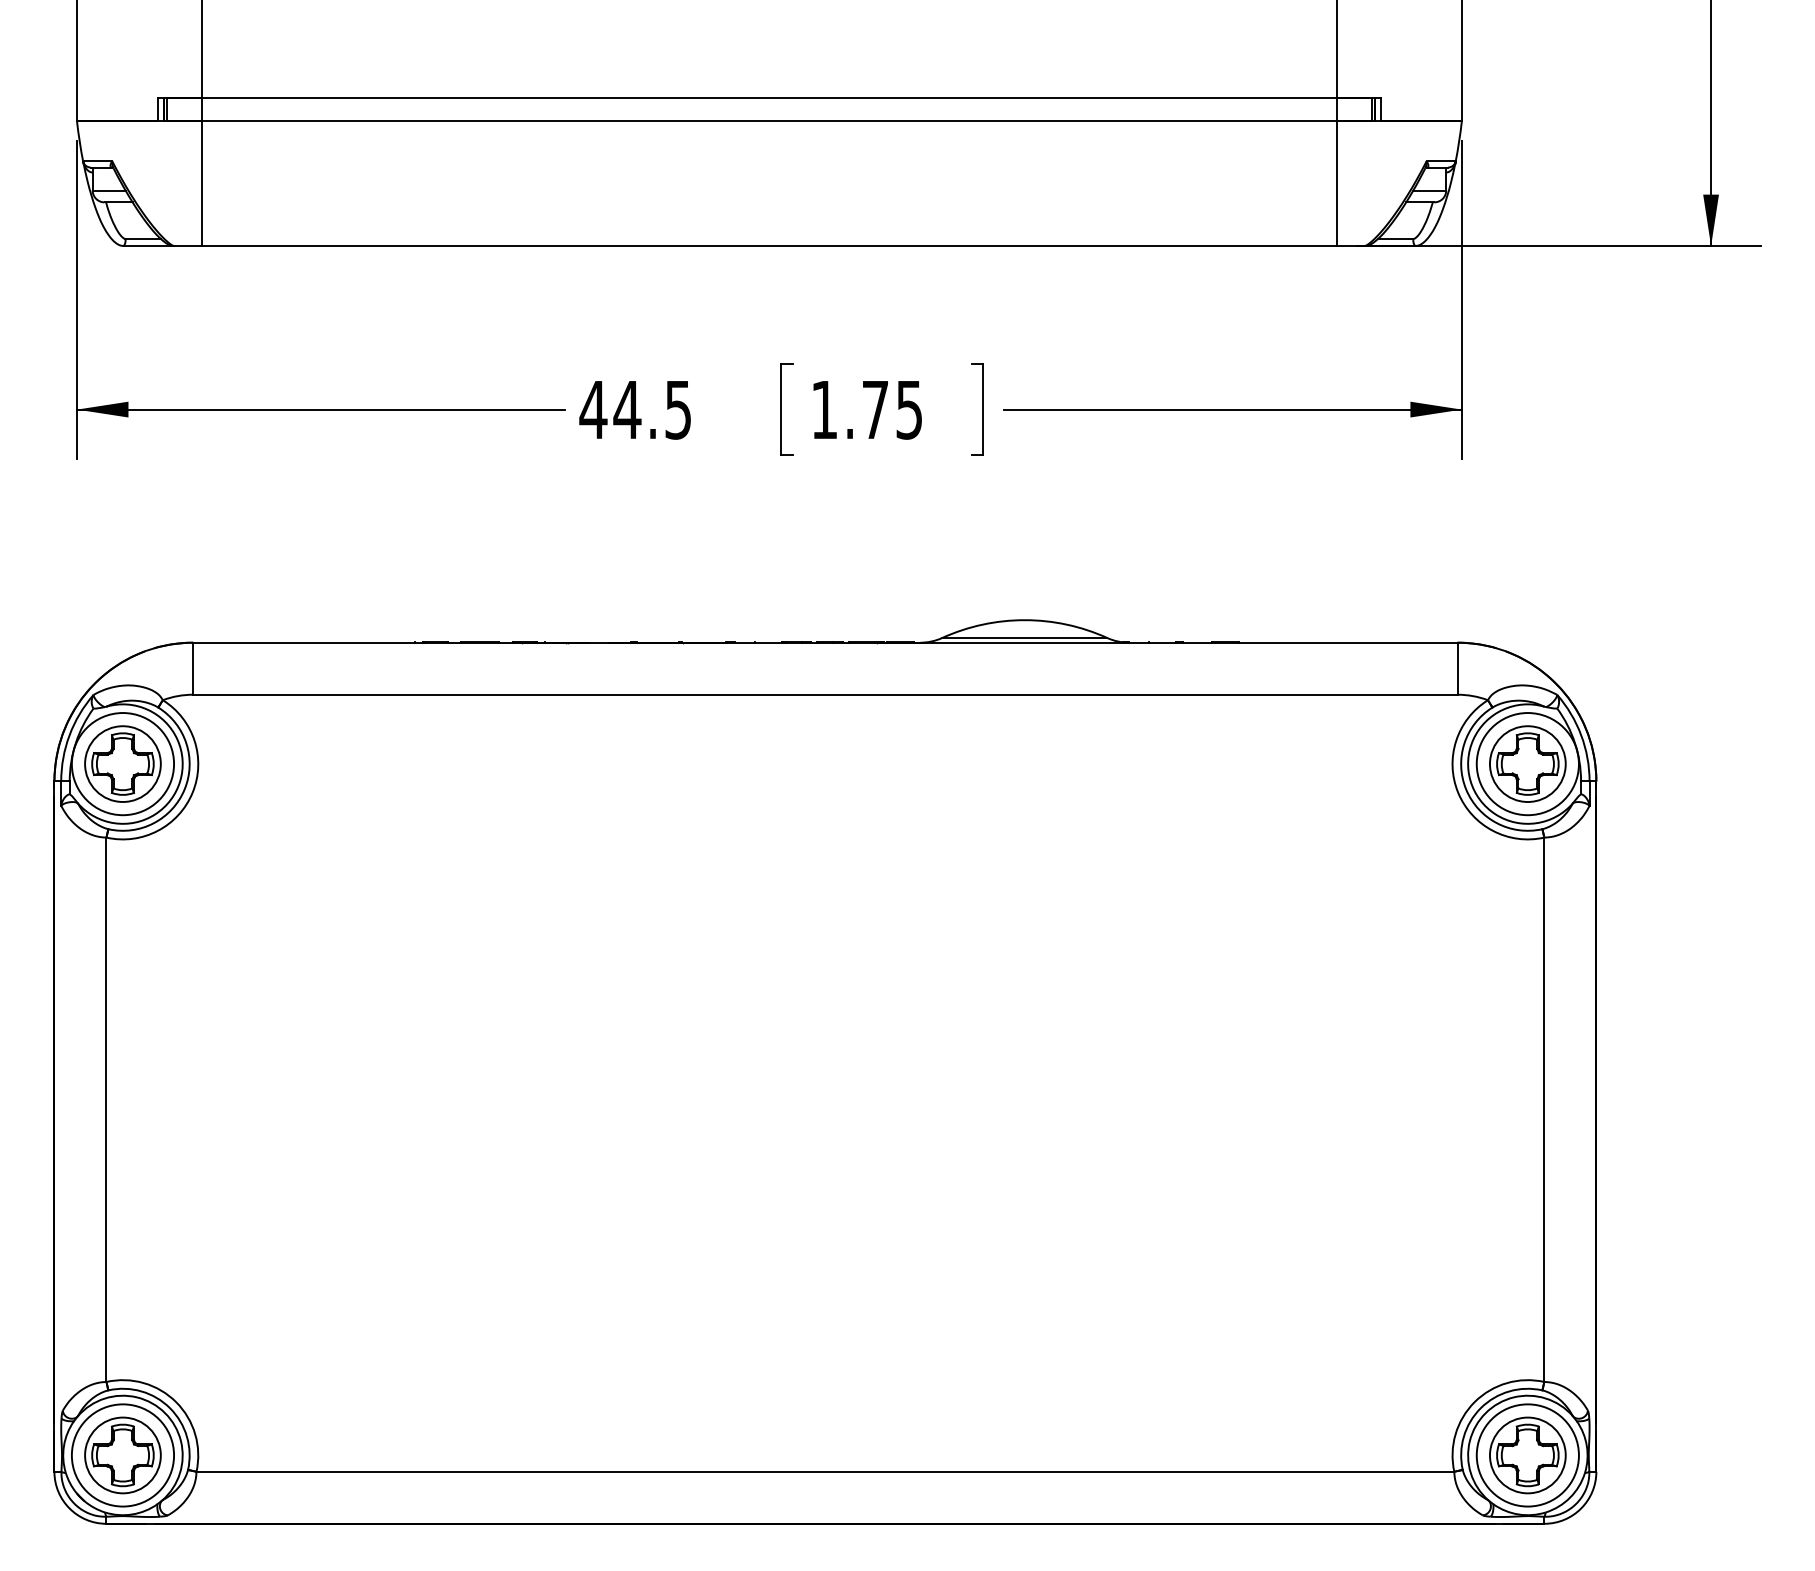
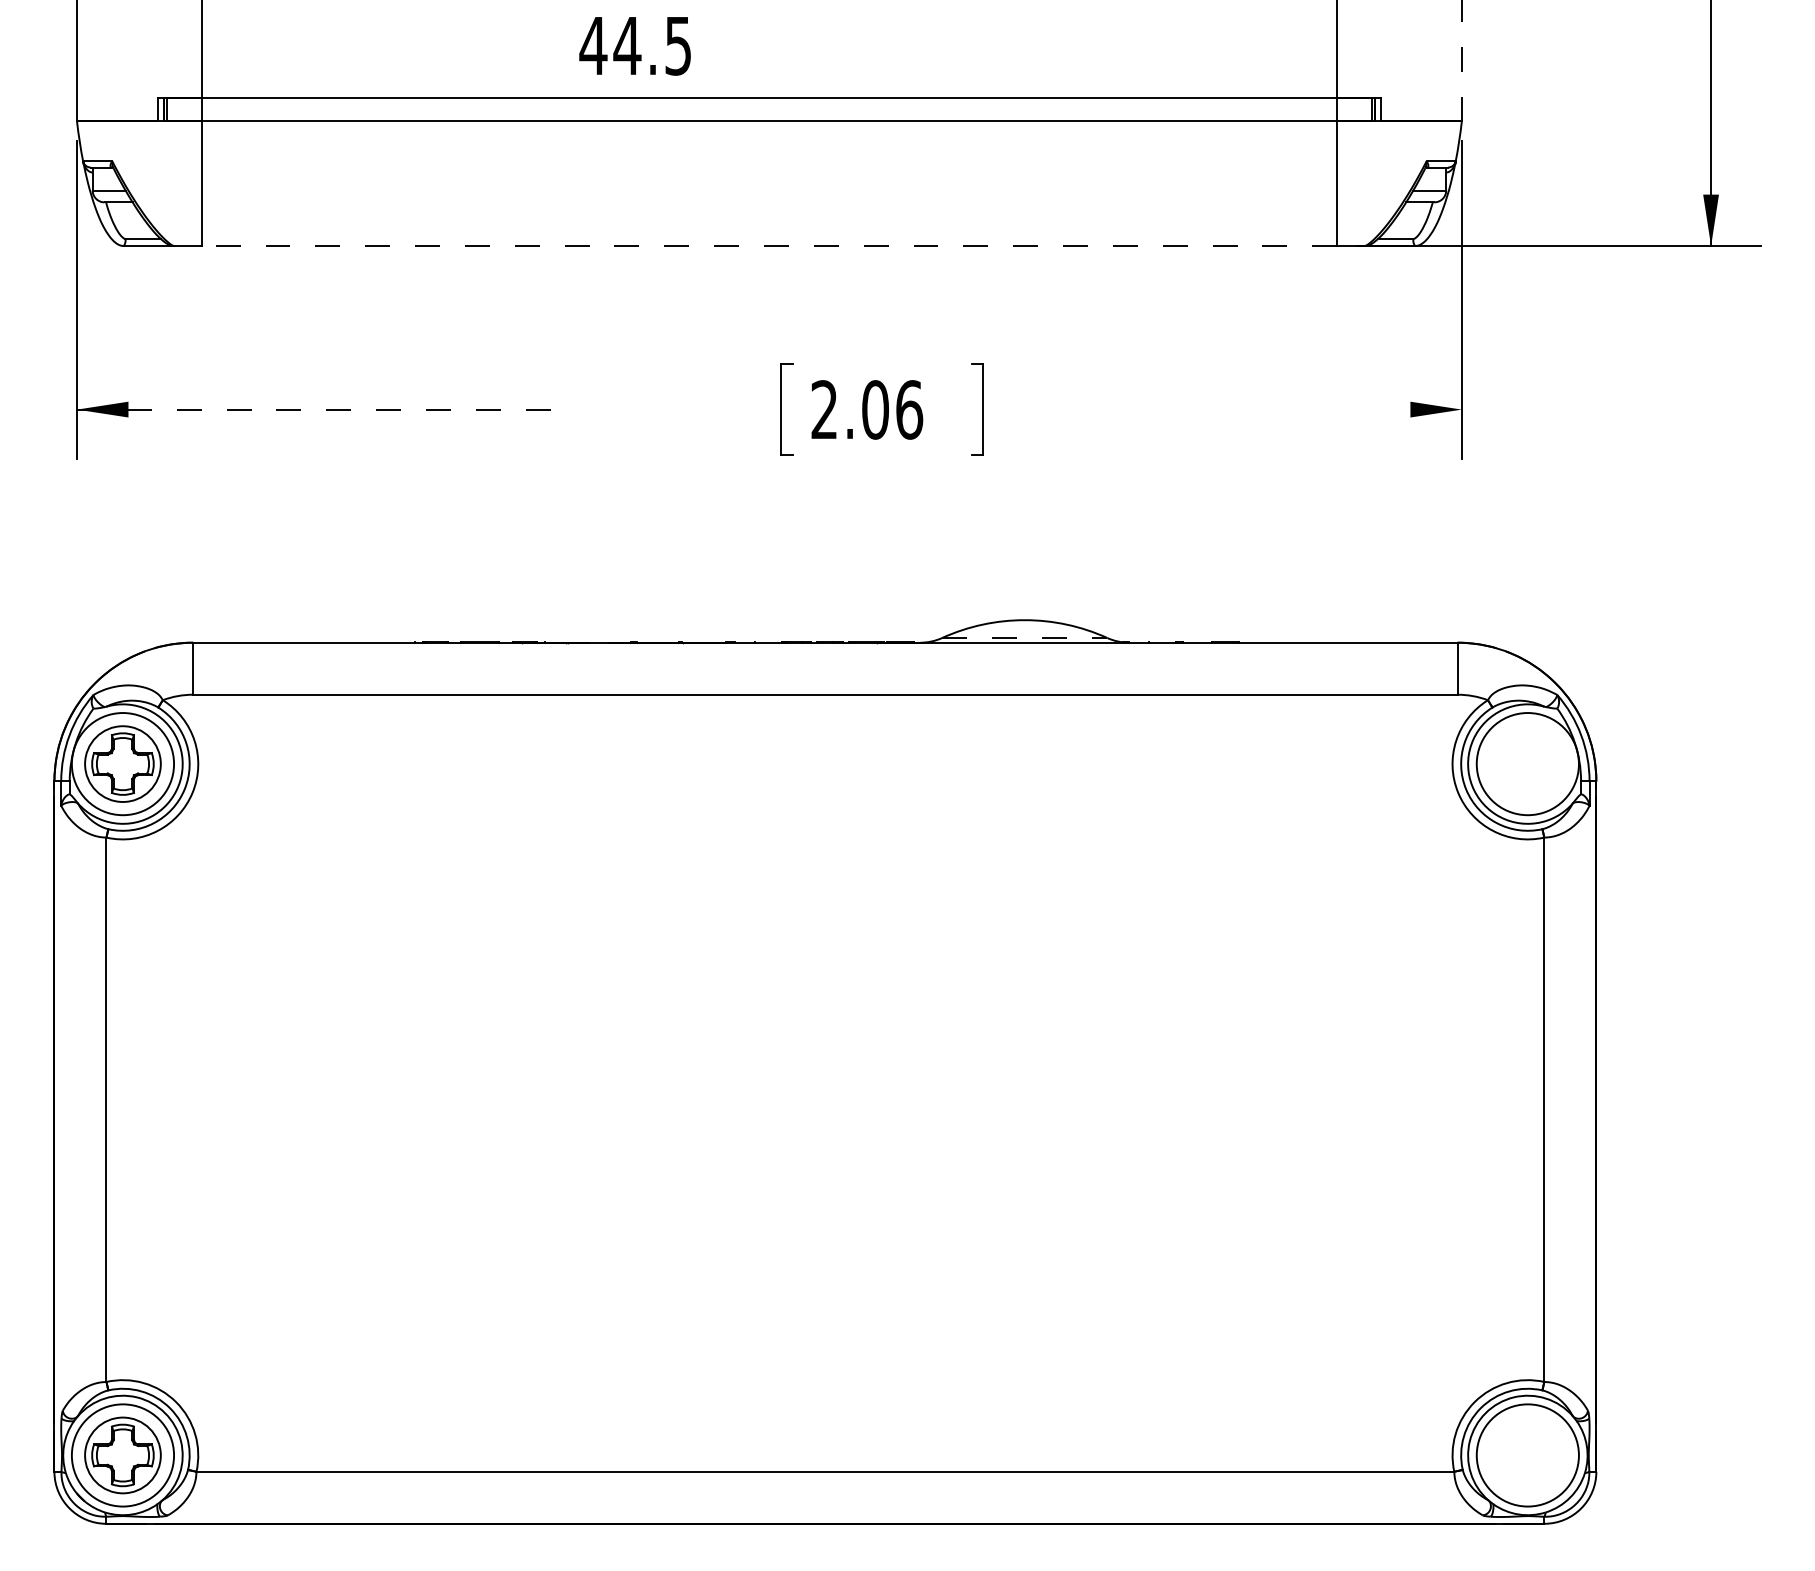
line at (1461, 60): solid -> dashed
line at (769, 246): solid -> dashed
line at (320, 409): solid -> dashed
text at (867, 409): 1.75 -> 2.06
line at (1232, 409): present -> none
text at (634, 410) position: (634, 410) -> (634, 46)
line at (1024, 638): solid -> dashed
part at (1527, 763): present -> none
part at (1527, 1455): present -> none
